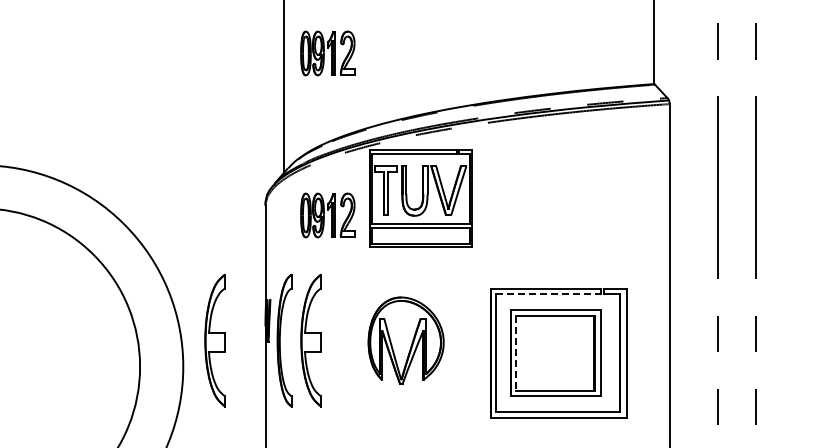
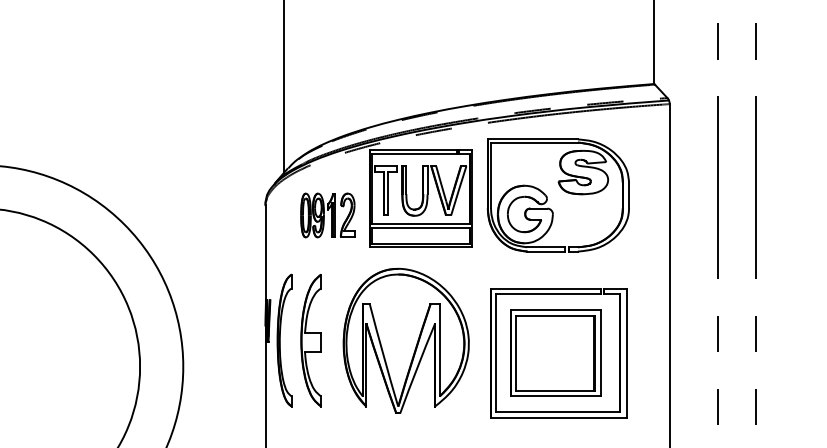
part at (327, 53): present -> none
part at (562, 190): none -> present
line at (548, 294): dashed -> solid
part at (214, 340): present -> none
part at (405, 340) size: 78x89 px -> 128x147 px
line at (515, 353): dashed -> solid
